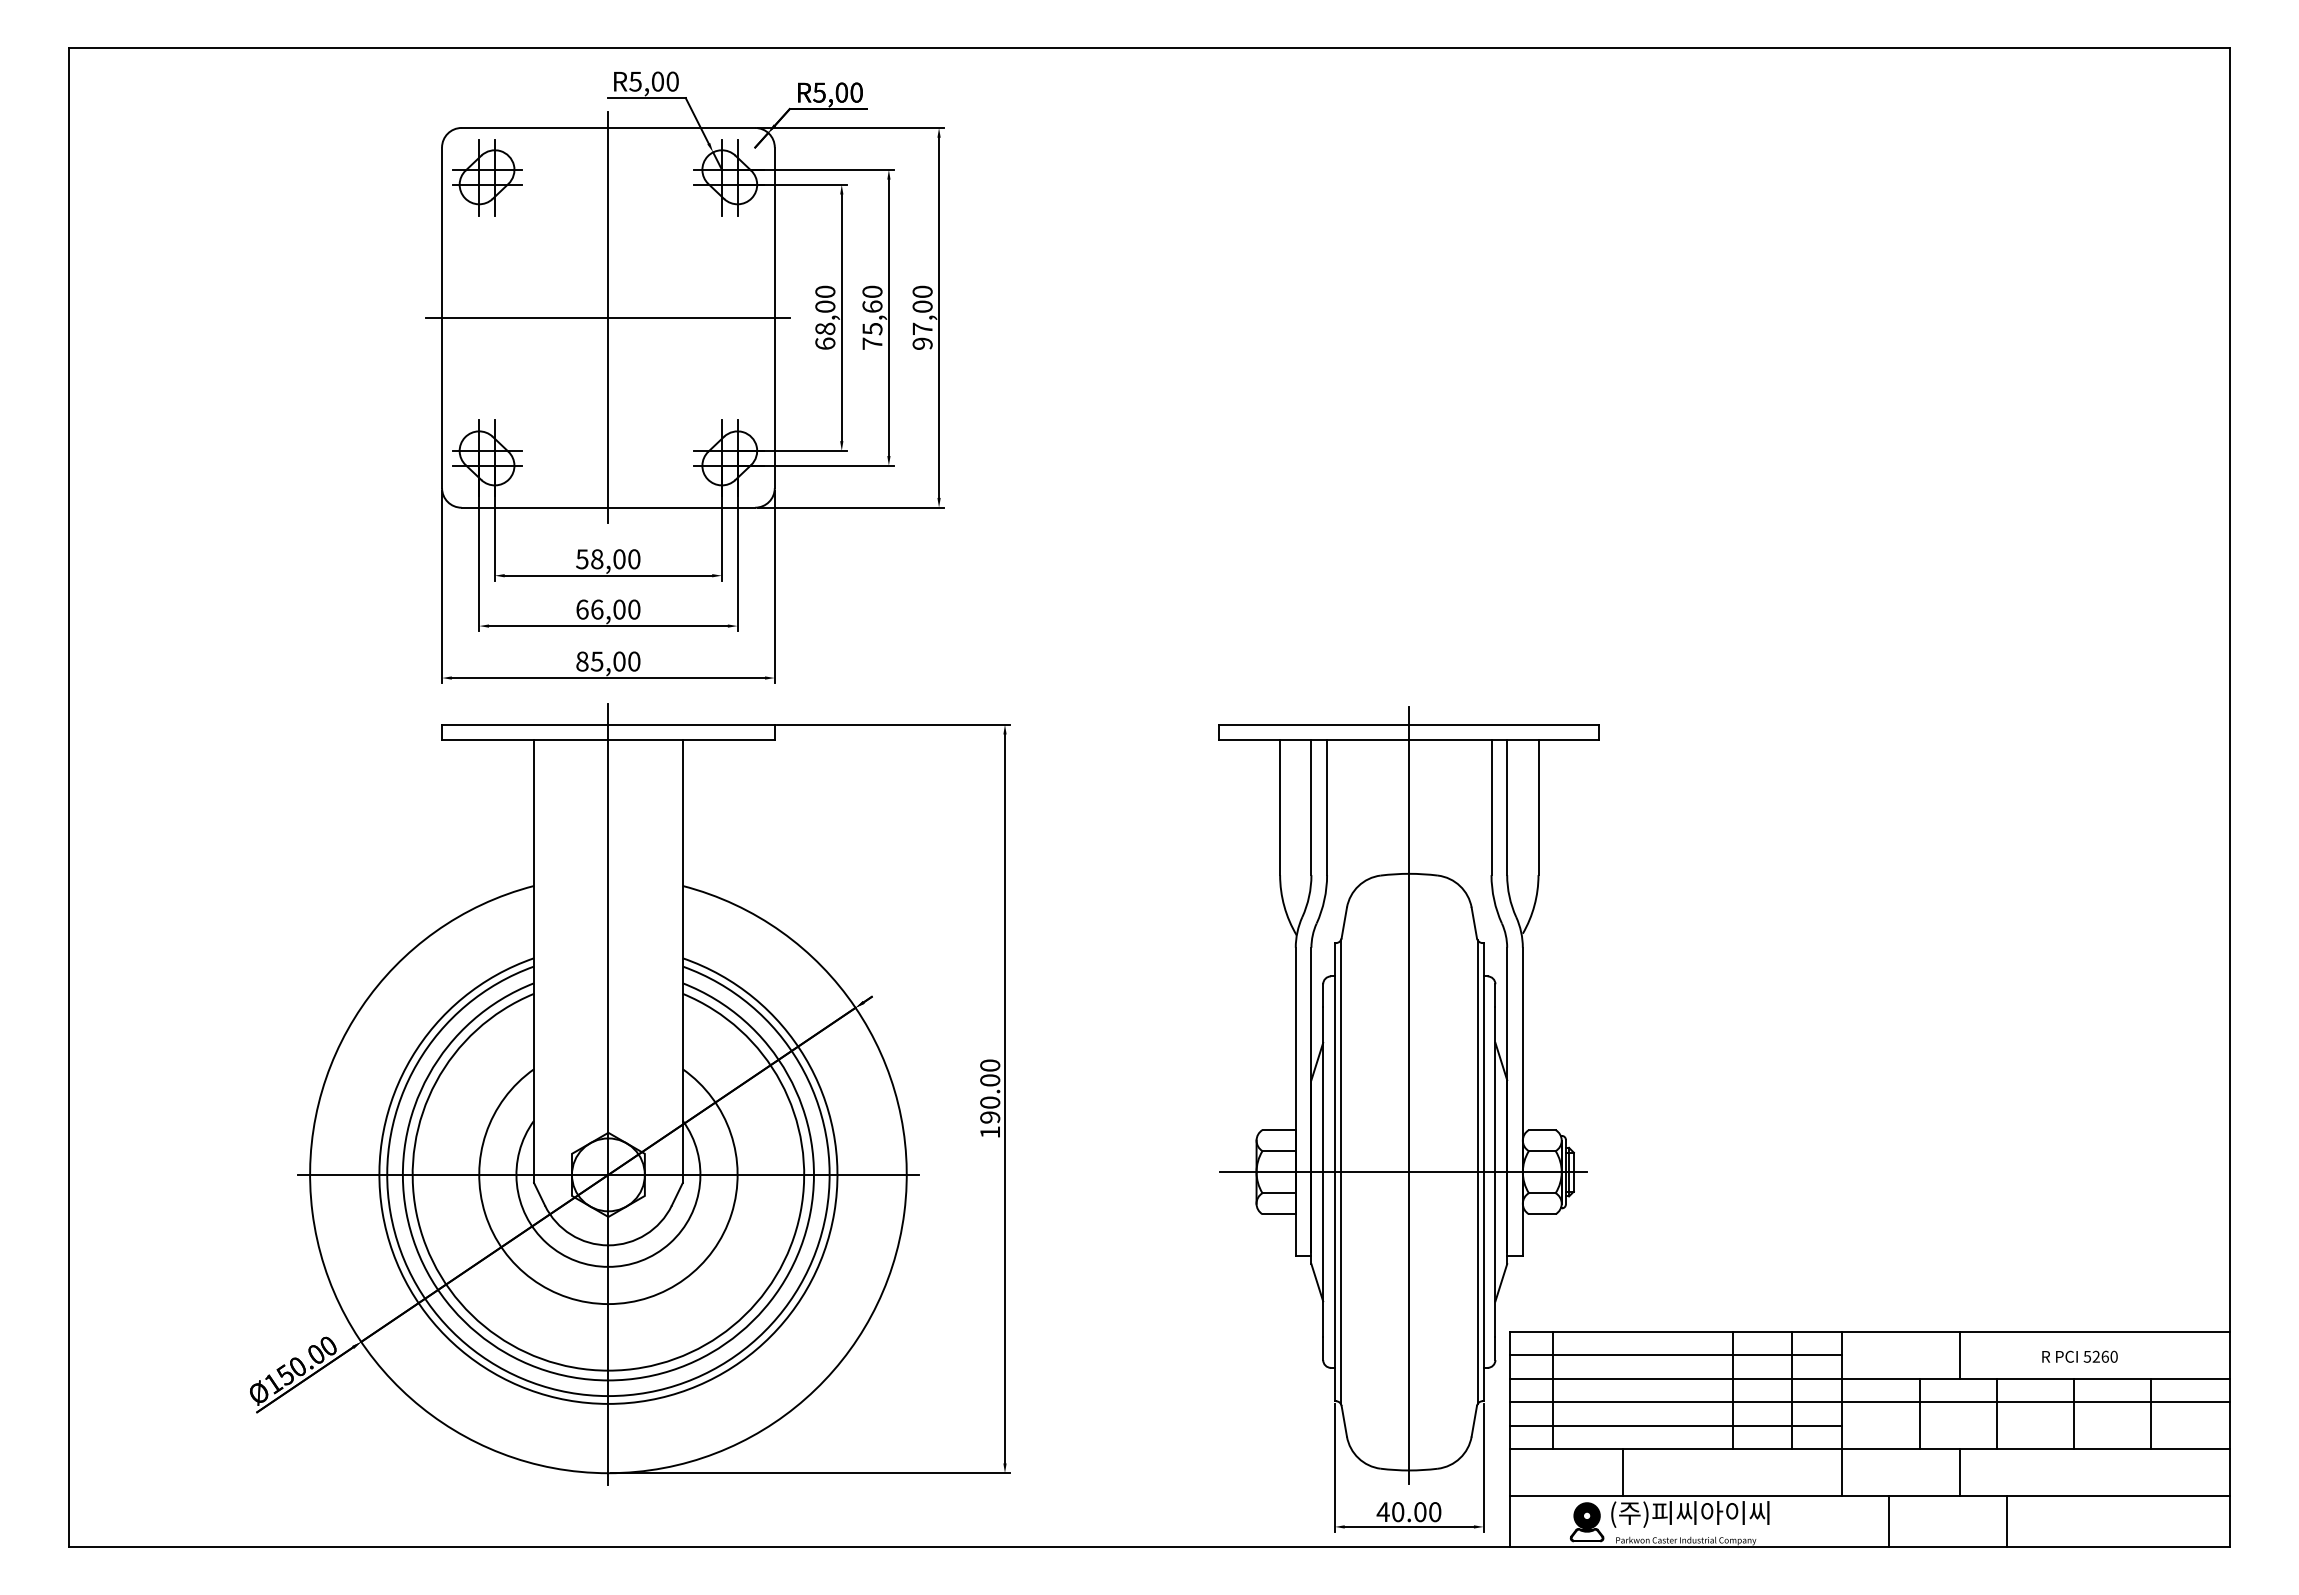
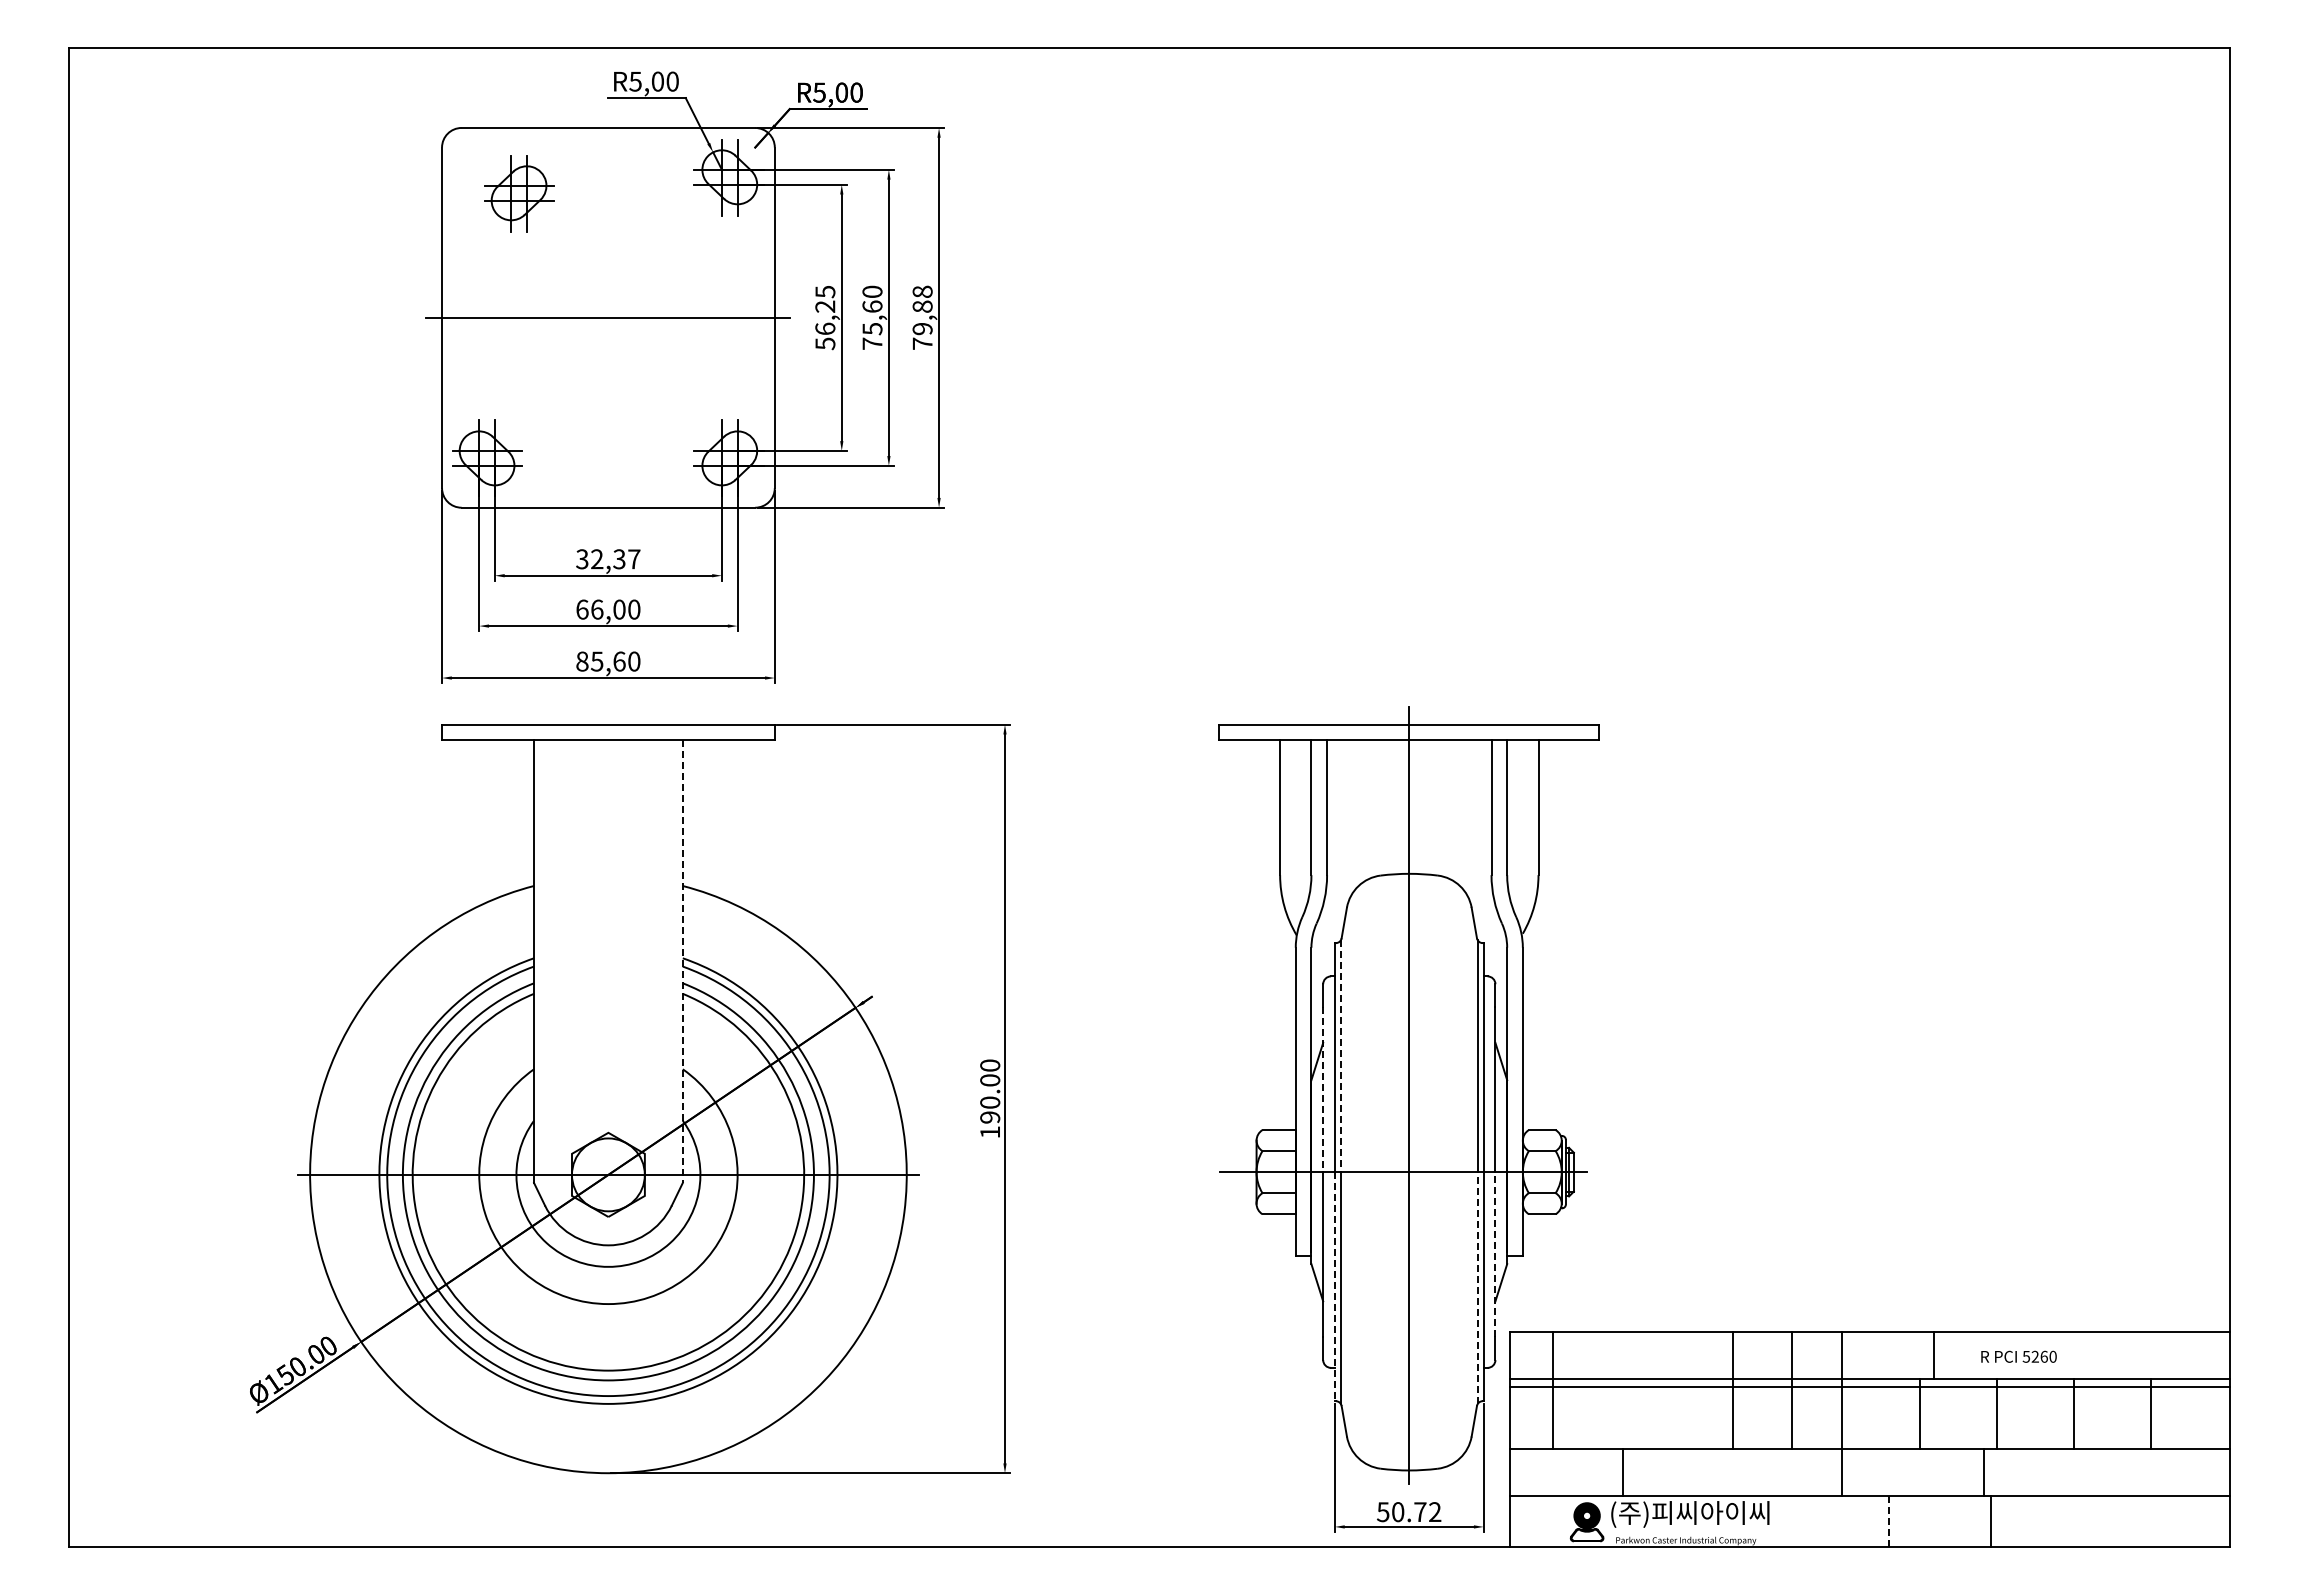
part at (487, 177) position: (487, 177) -> (519, 193)
line at (608, 317): present -> none
text at (825, 317): 68,00 -> 56,25
text at (922, 317): 97,00 -> 79,88
text at (608, 559): 58,00 -> 32,37
text at (619, 661): 85,00 -> 85,60
line at (682, 962): solid -> dashed
line at (1340, 1056): solid -> dashed
line at (1323, 1089): solid -> dashed
line at (608, 1093): present -> none
line at (1495, 1254): solid -> dashed
line at (1334, 1286): solid -> dashed
line at (1477, 1288): solid -> dashed
line at (1959, 1354) position: (1959, 1354) -> (1933, 1354)
line at (1675, 1355): present -> none
text at (2079, 1356) position: (2079, 1356) -> (2018, 1356)
line at (1869, 1402) position: (1869, 1402) -> (1869, 1387)
line at (1675, 1425): present -> none
line at (1959, 1472) position: (1959, 1472) -> (1983, 1472)
text at (1408, 1512): 40.00 -> 50.72
line at (2006, 1521) position: (2006, 1521) -> (1990, 1521)
line at (1889, 1522): solid -> dashed
